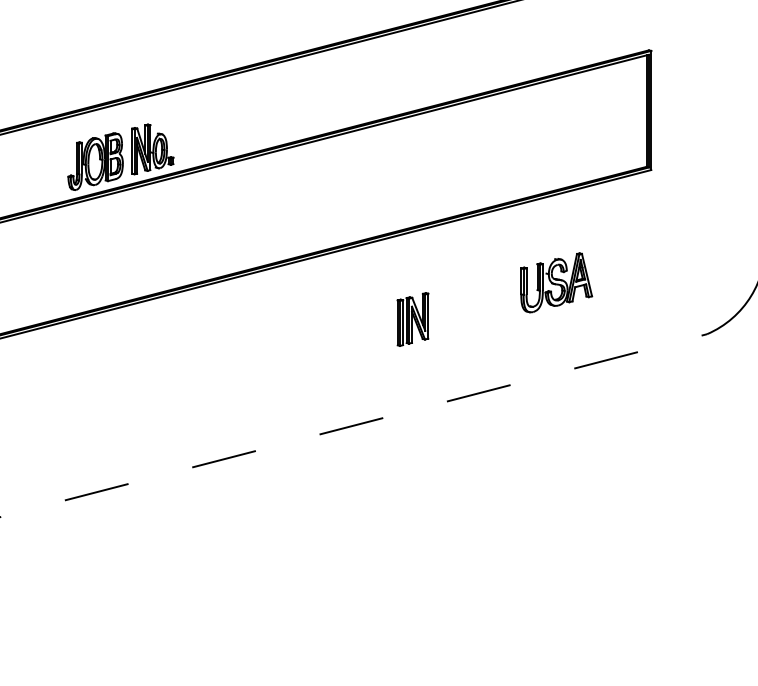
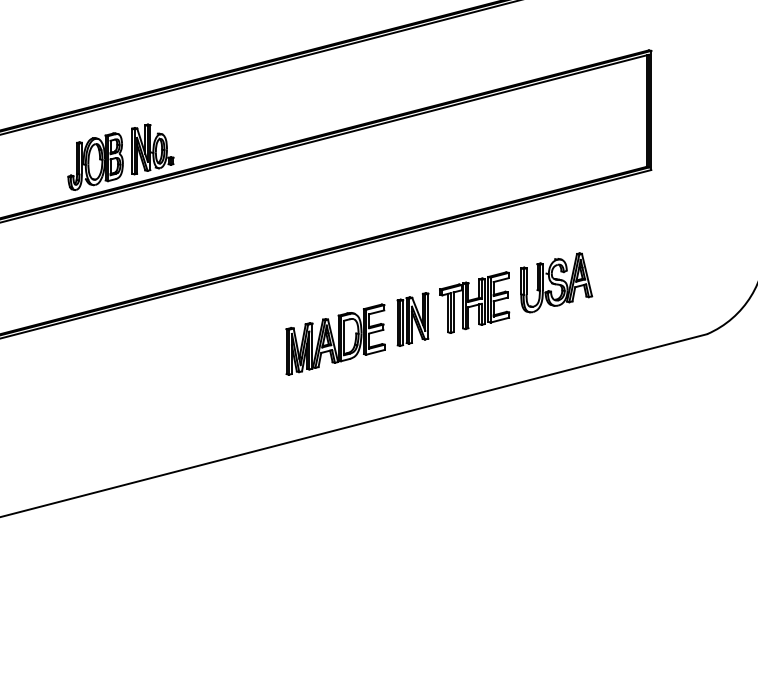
part at (474, 302): none -> present
part at (335, 339): none -> present
line at (354, 425): dashed -> solid
